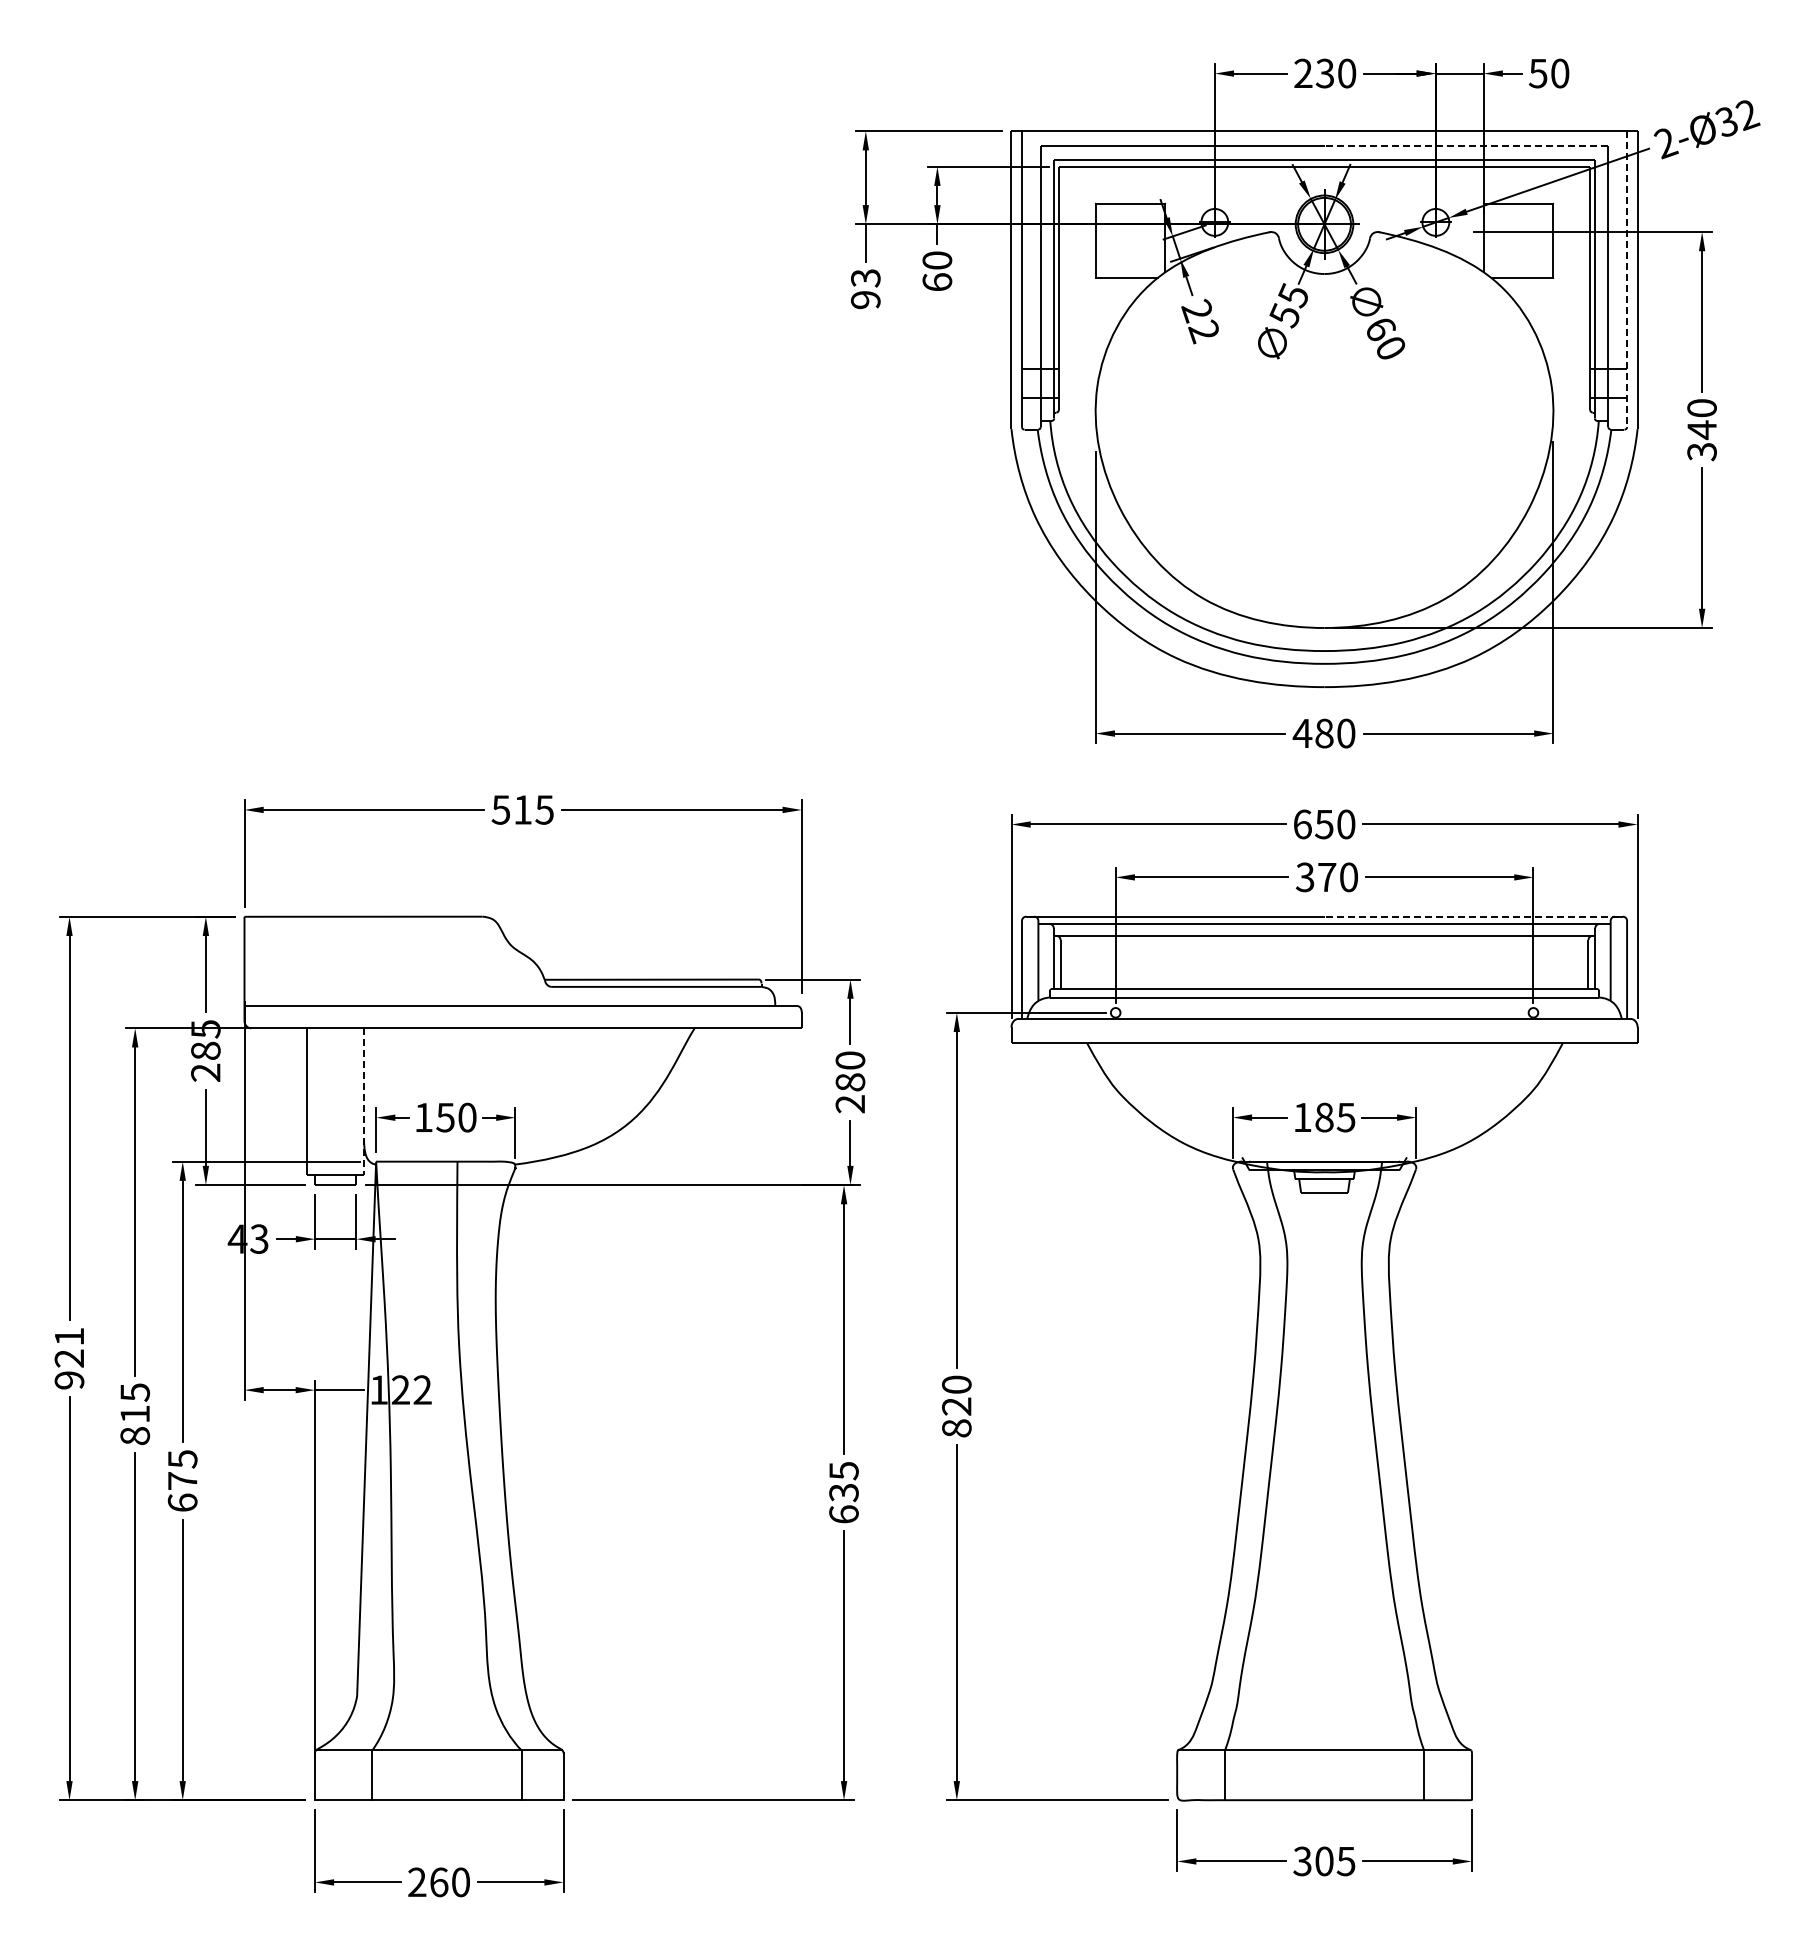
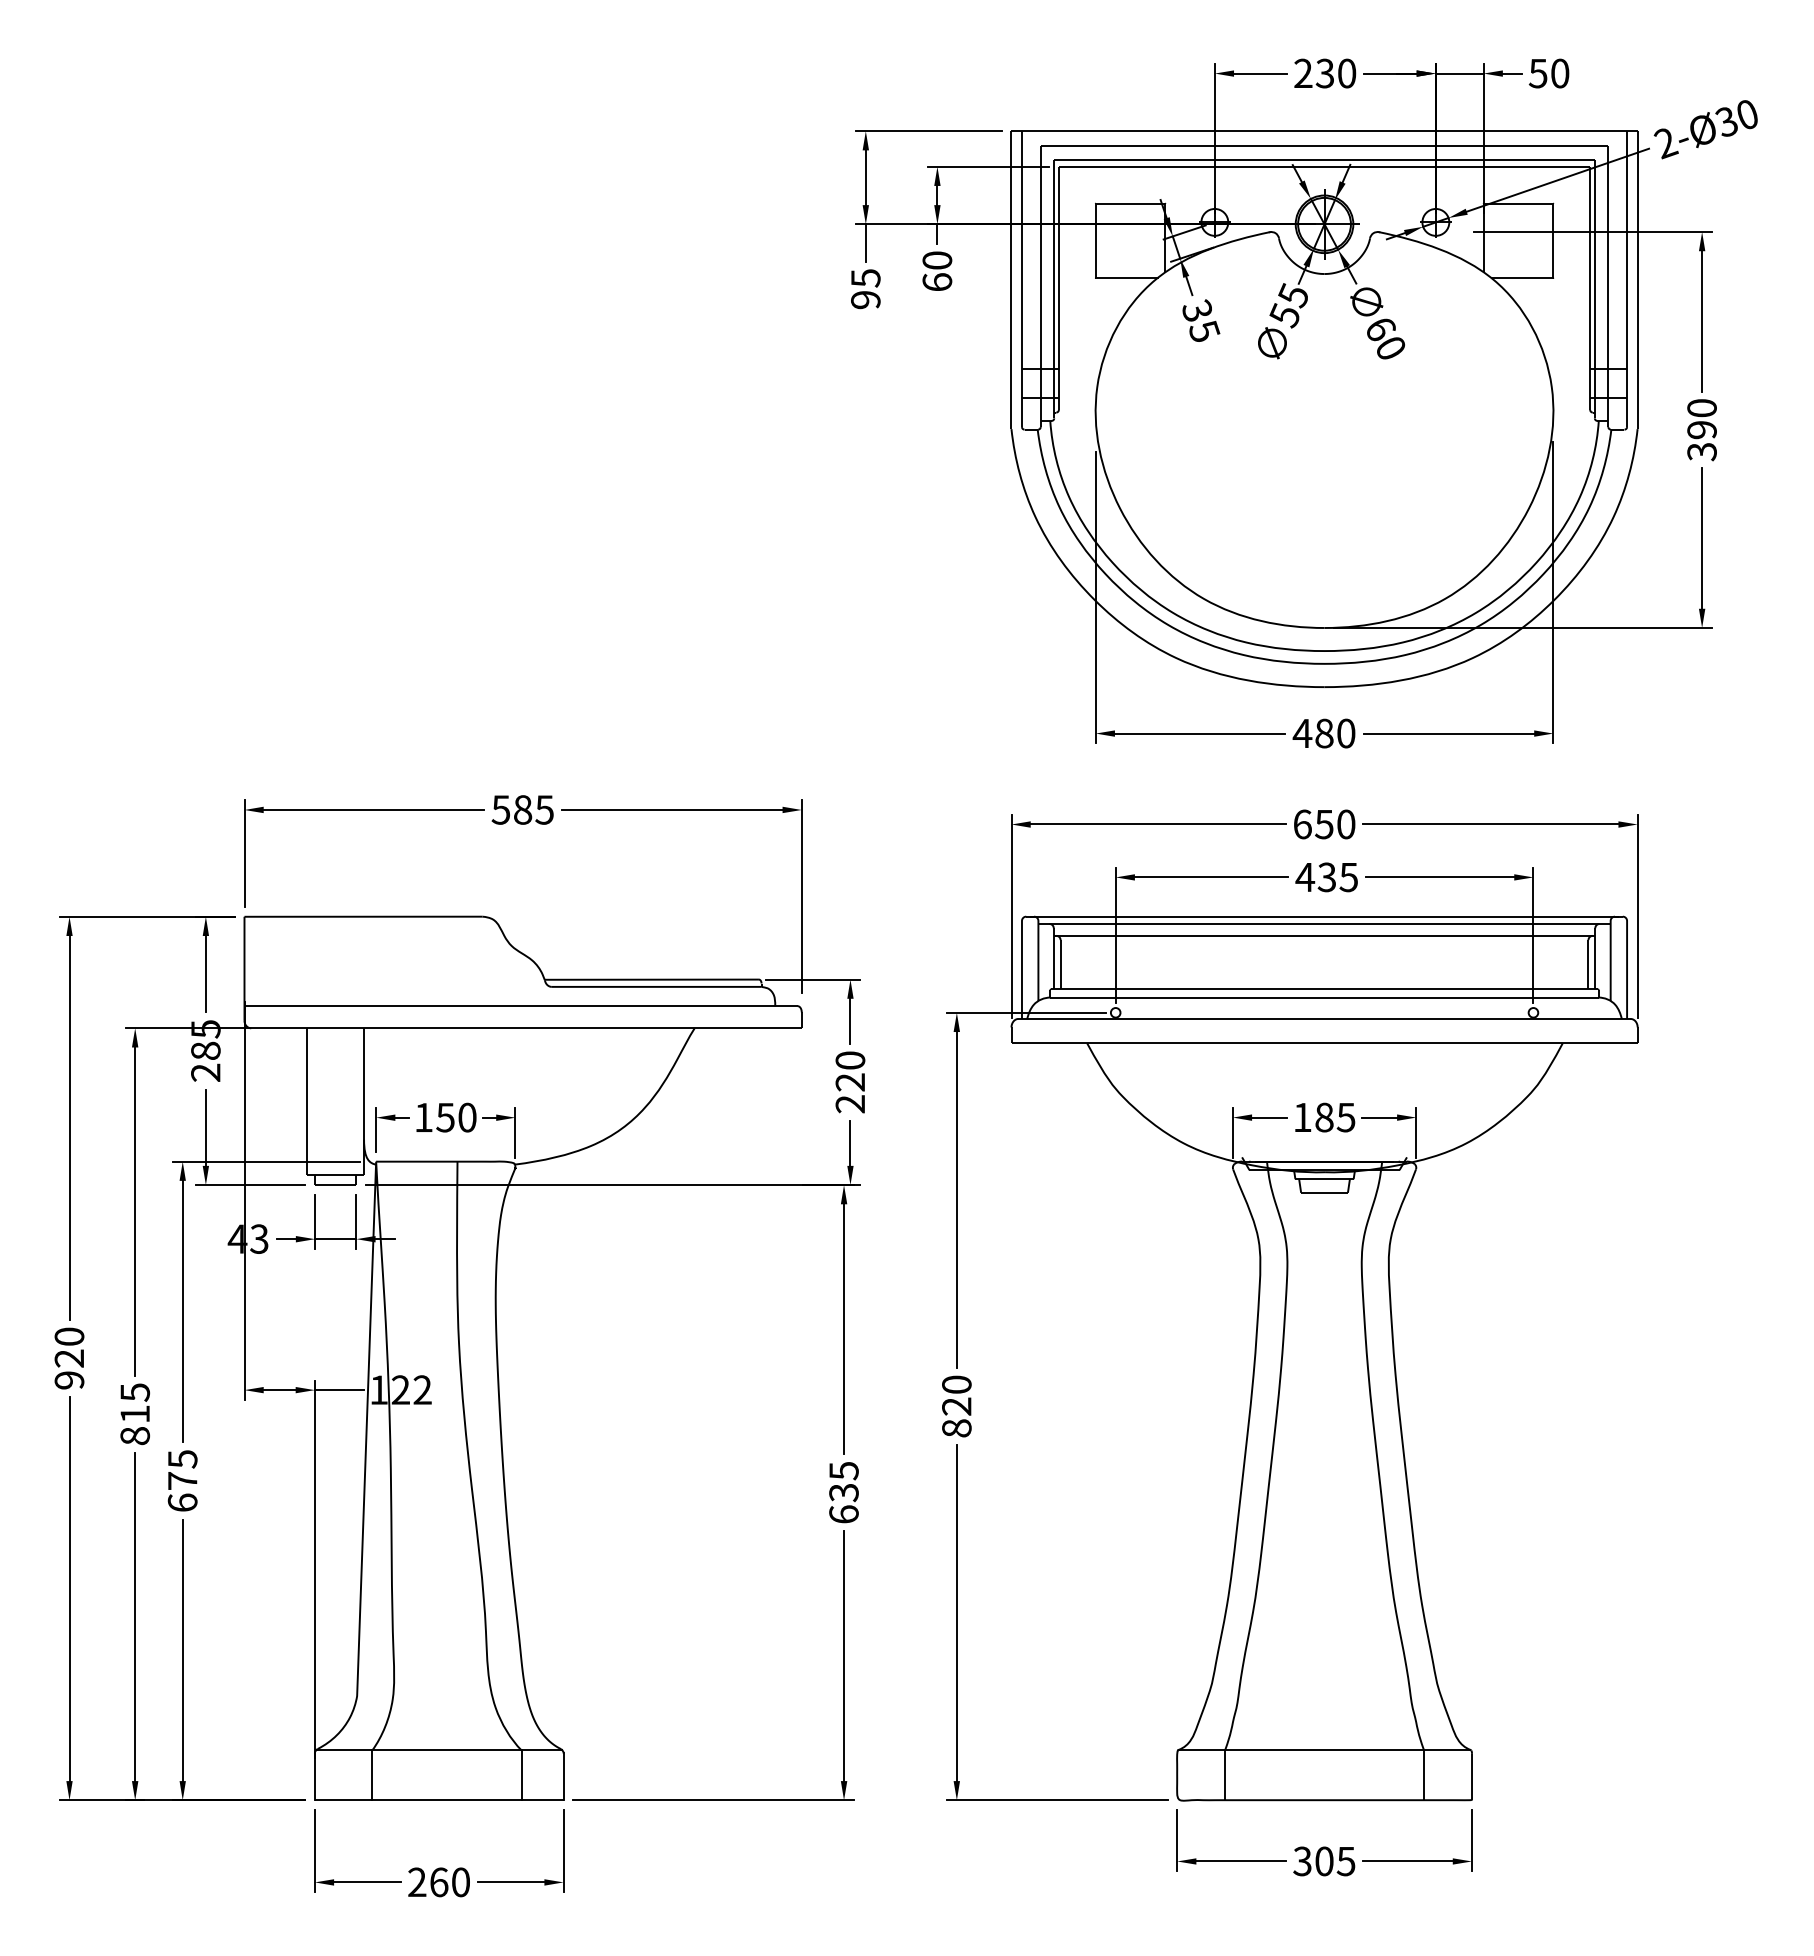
text at (1747, 115): 2-Ø32 -> 2-Ø30
line at (1466, 146): dashed -> solid
text at (865, 278): 93 -> 95
line at (1627, 279): dashed -> solid
text at (1200, 321): 22 -> 35
text at (1701, 430): 340 -> 390
text at (523, 809): 515 -> 585
text at (1326, 877): 370 -> 435
line at (1471, 916): dashed -> solid
text at (850, 1082): 280 -> 220
line at (364, 1102): dashed -> solid
text at (69, 1336): 921 -> 920
